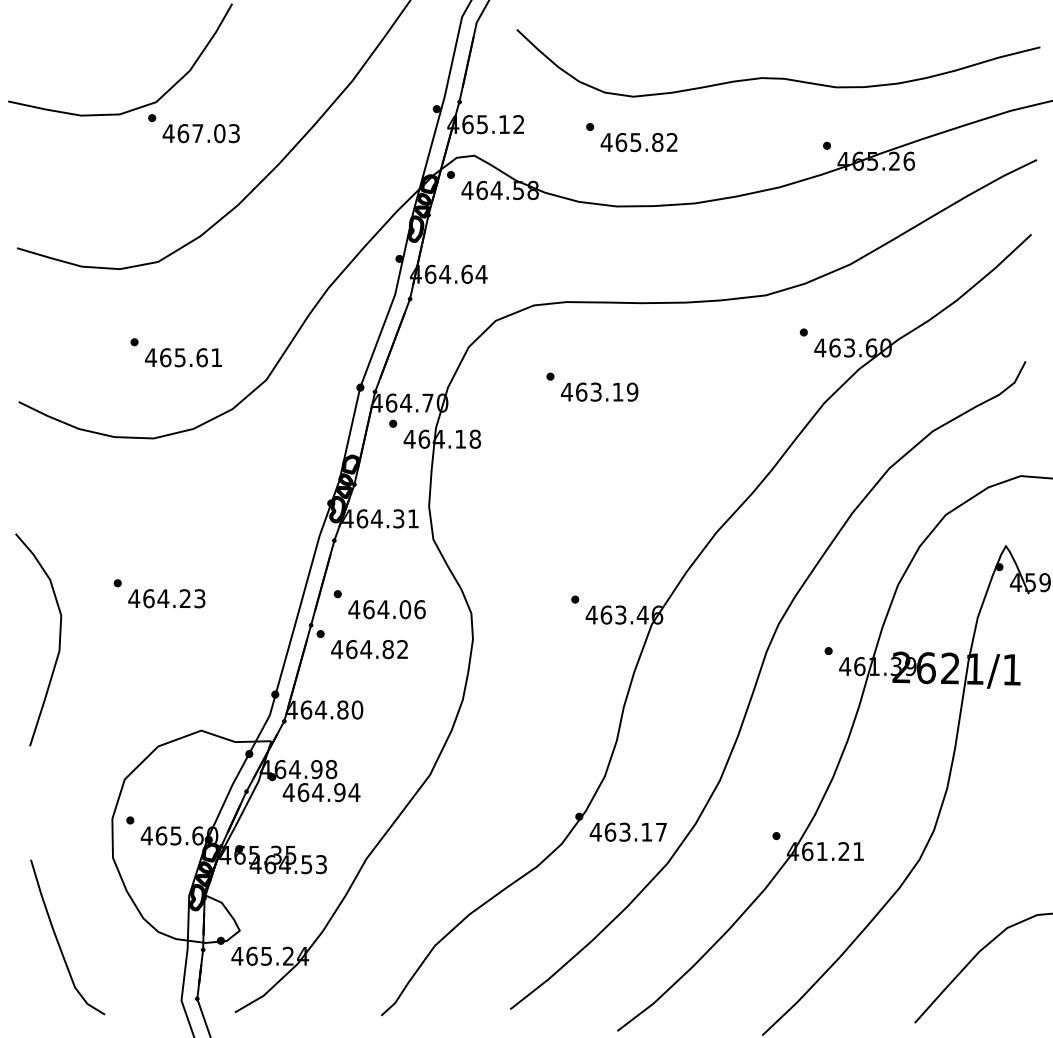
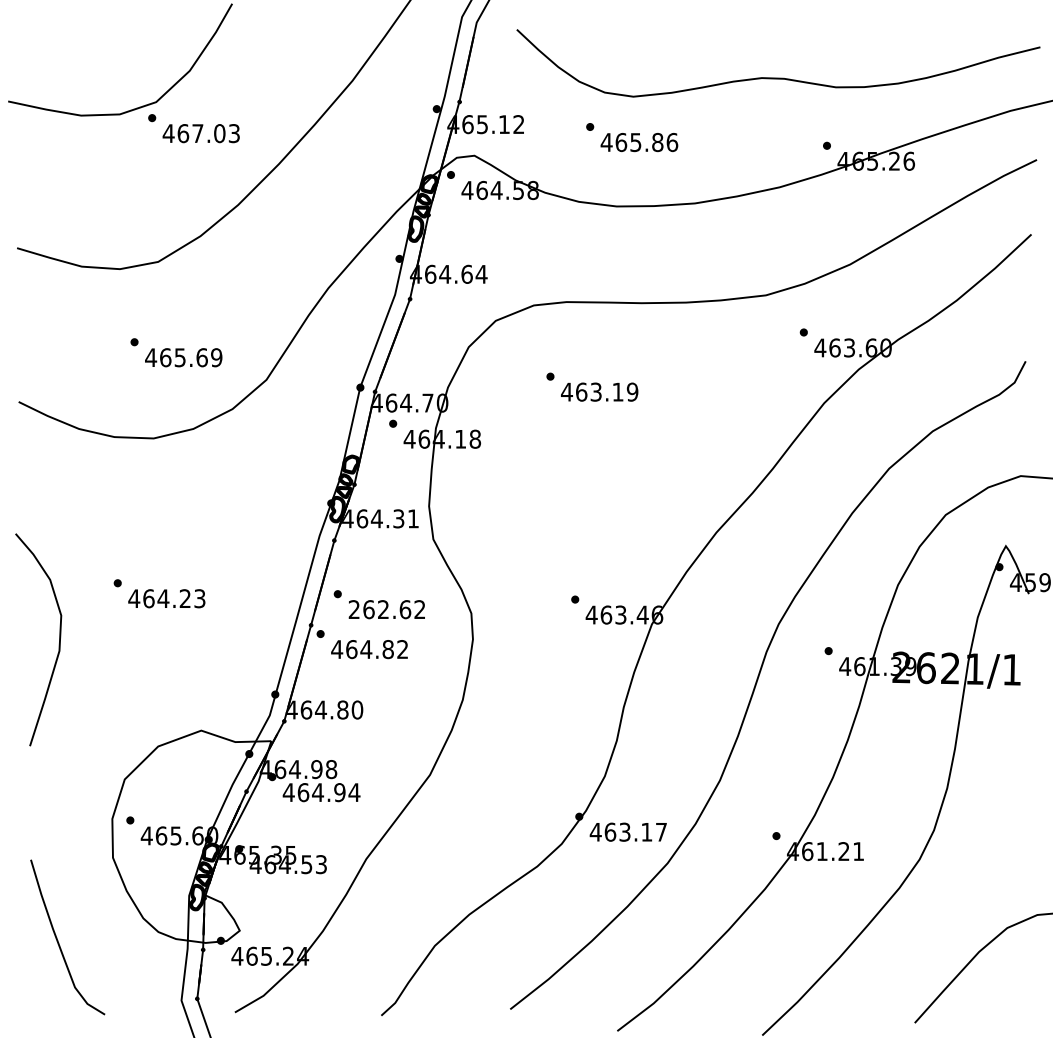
text at (672, 142): 465.82 -> 465.86
text at (216, 357): 465.61 -> 465.69
text at (386, 609): 464.06 -> 262.62
